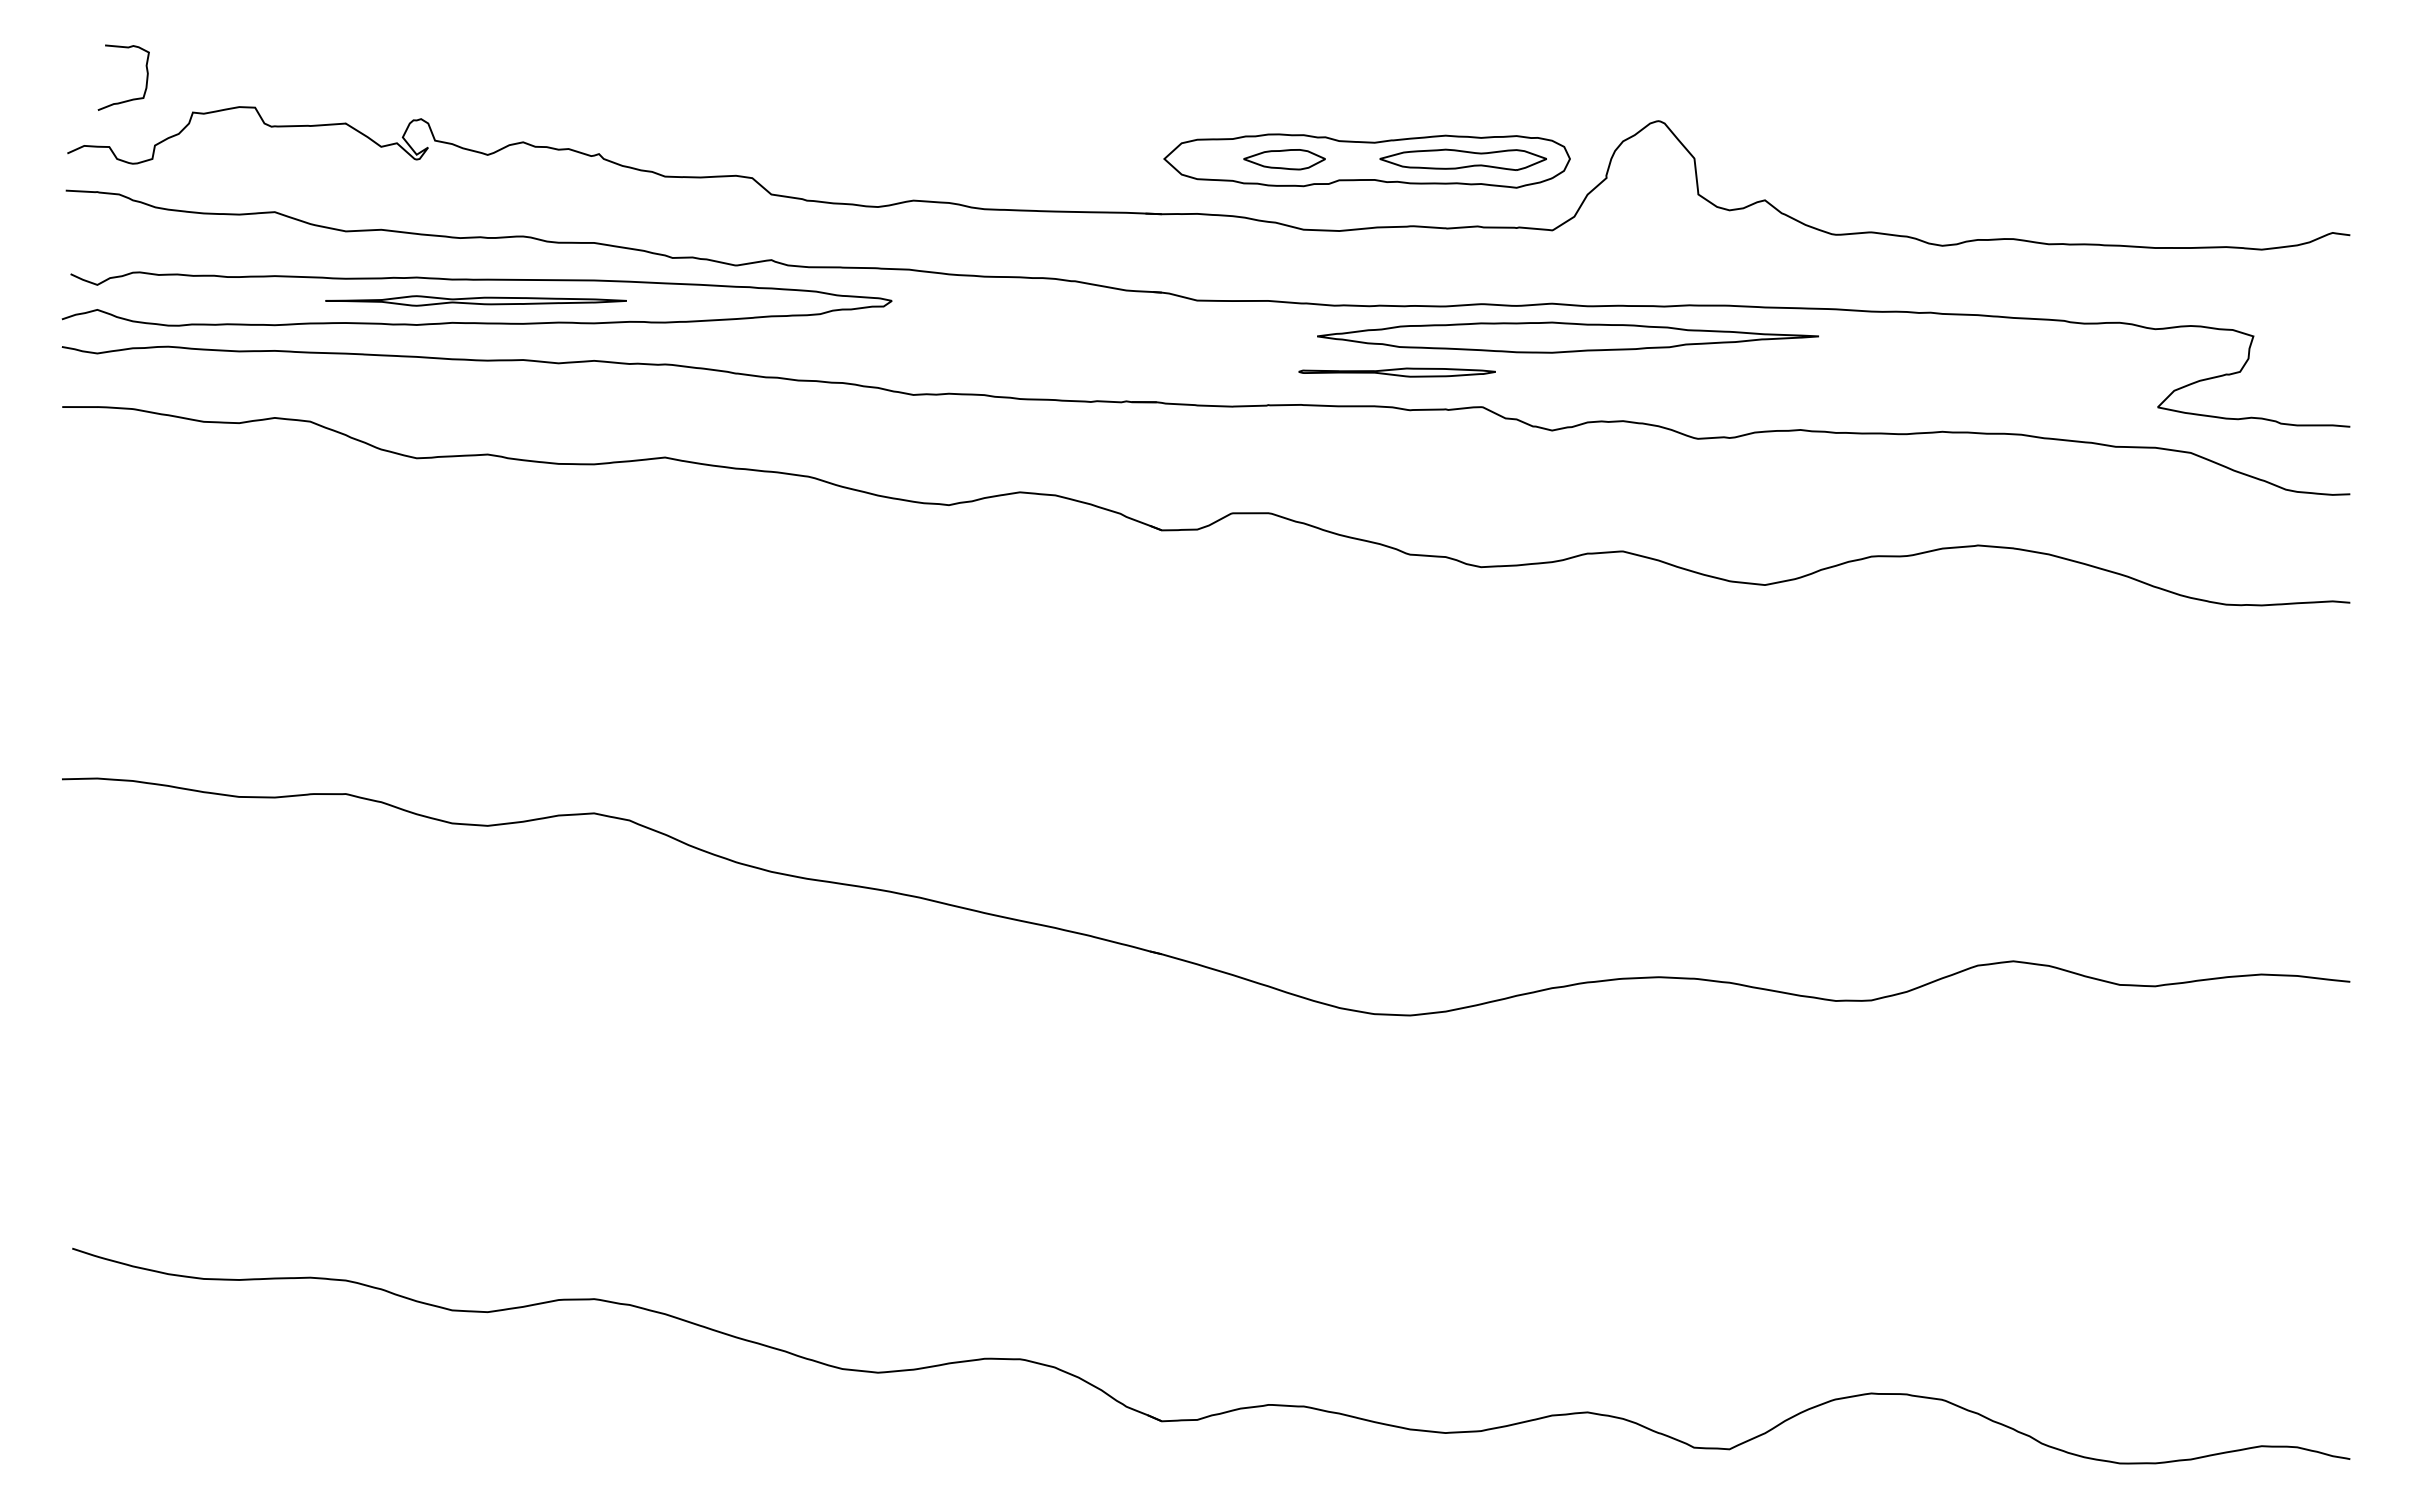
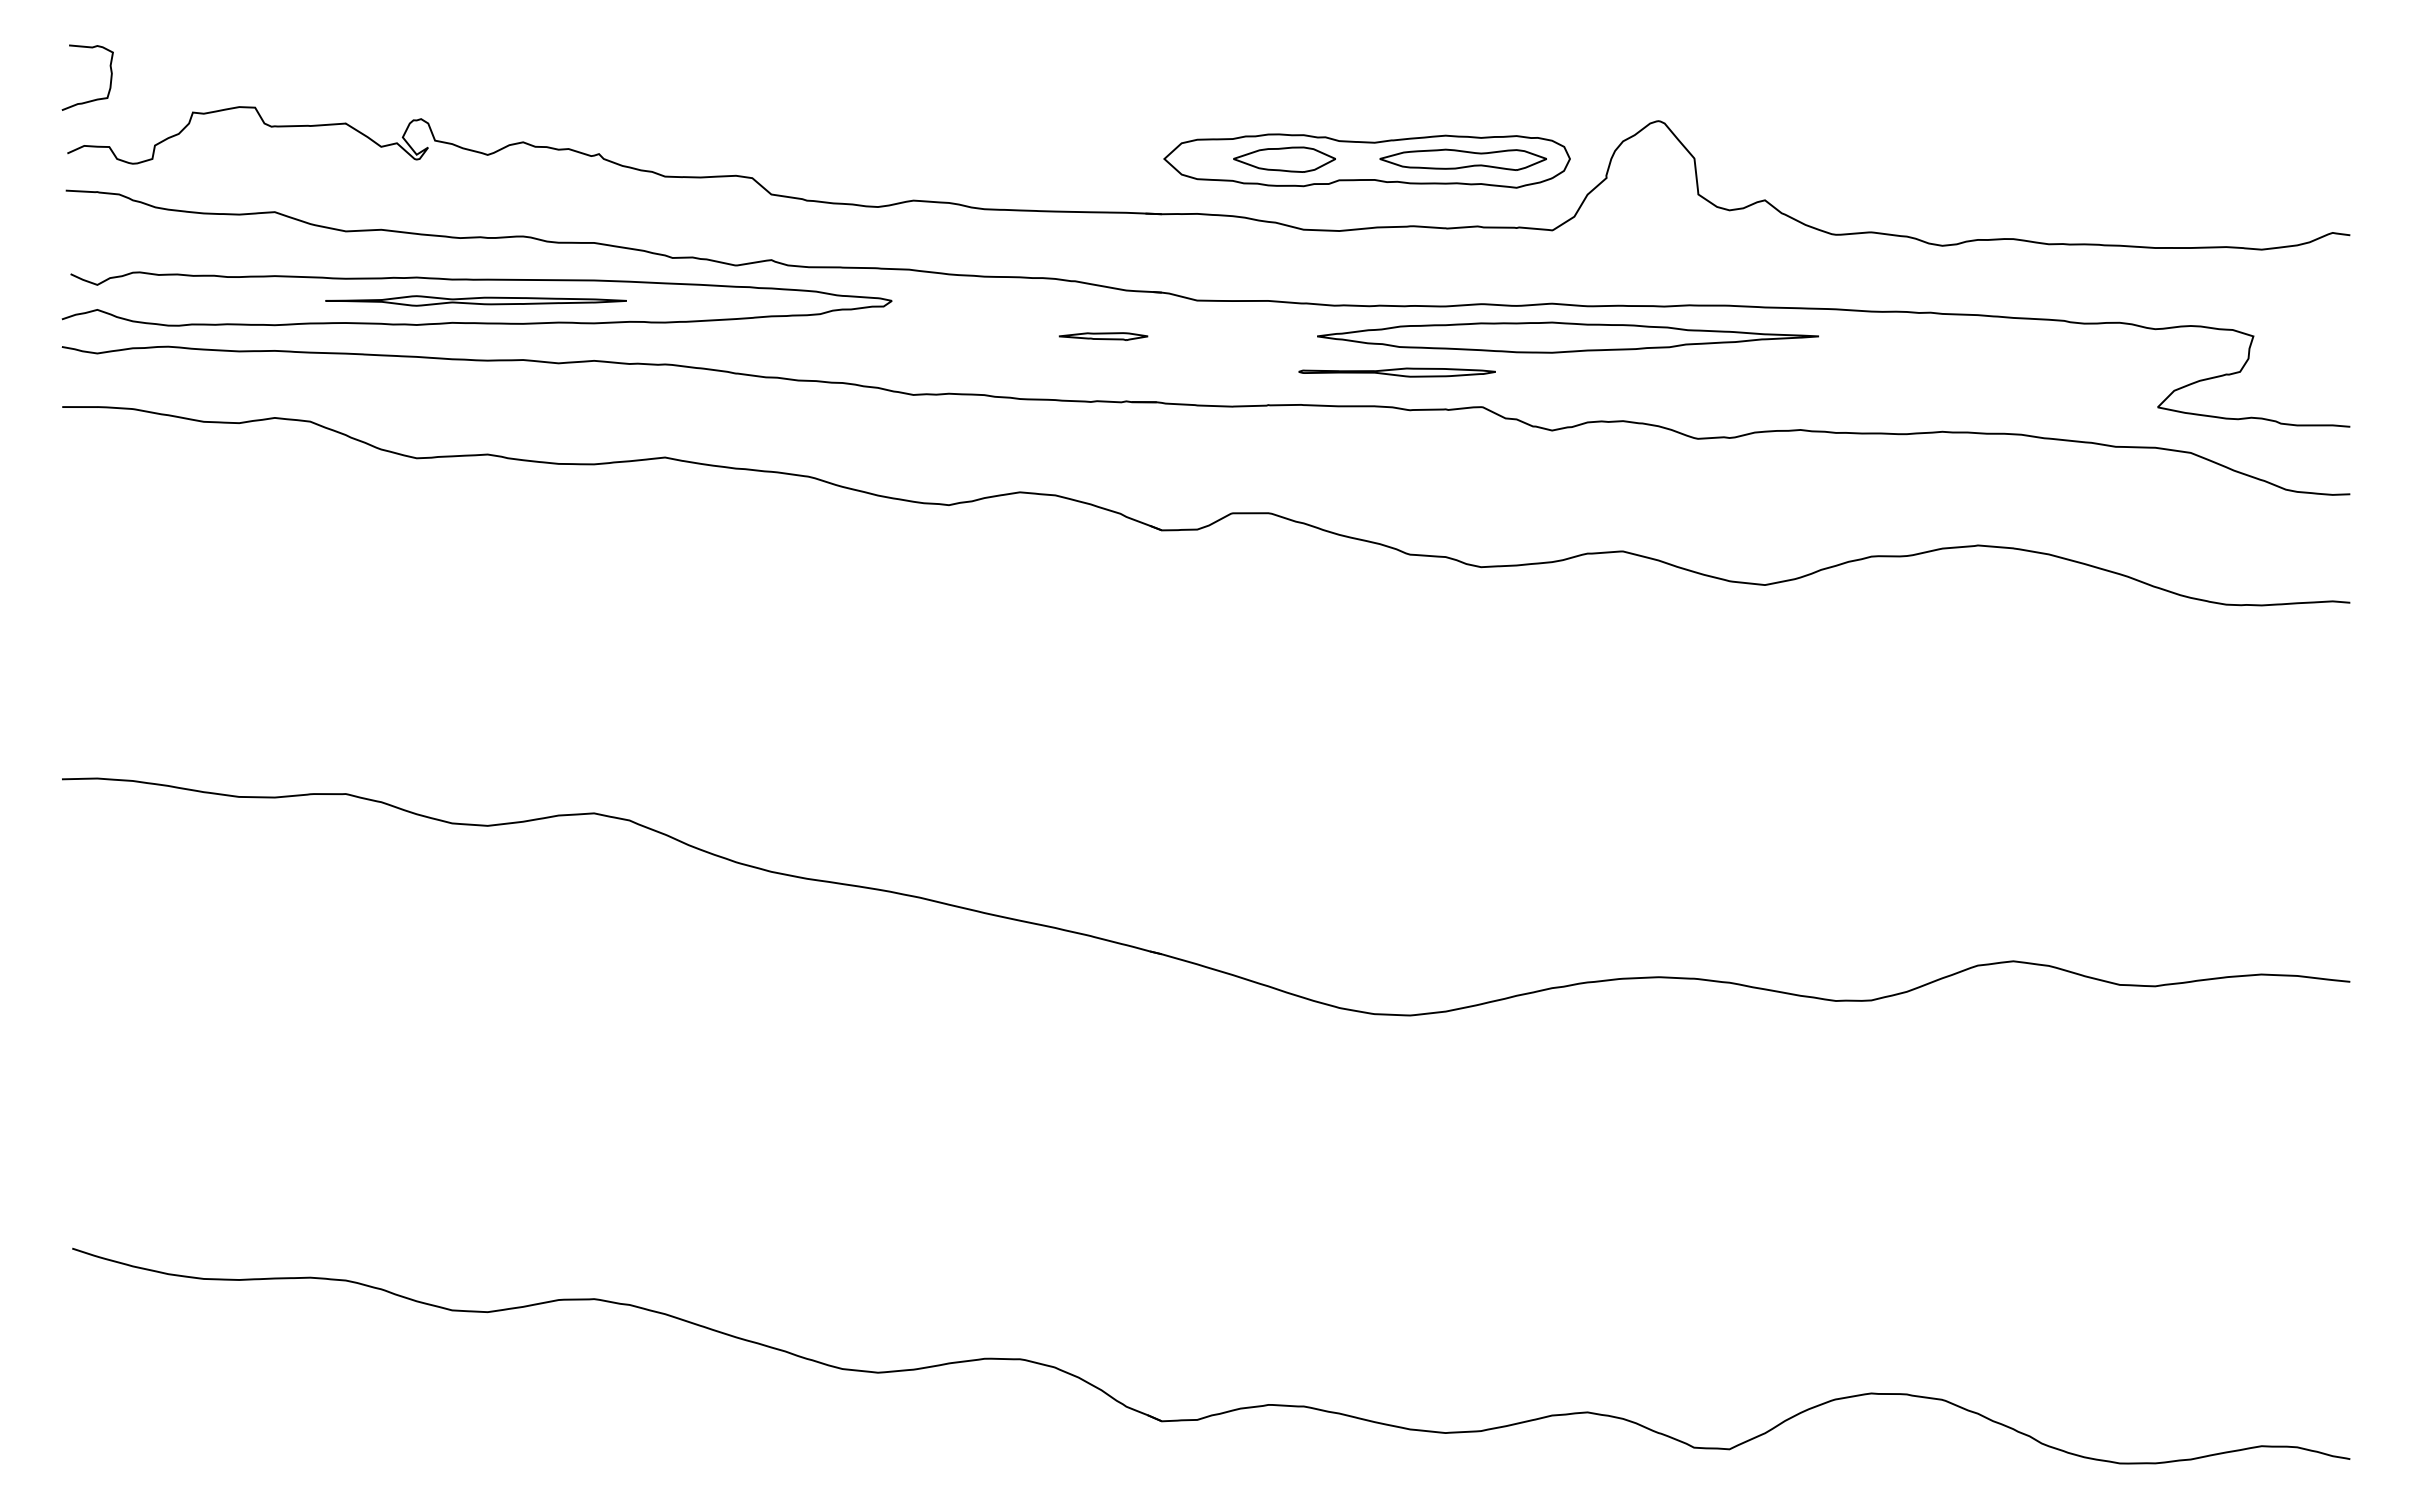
curve at (128, 99) position: (128, 99) -> (92, 99)
part at (1284, 159) size: 83x22 px -> 103x27 px
part at (1103, 336): none -> present
